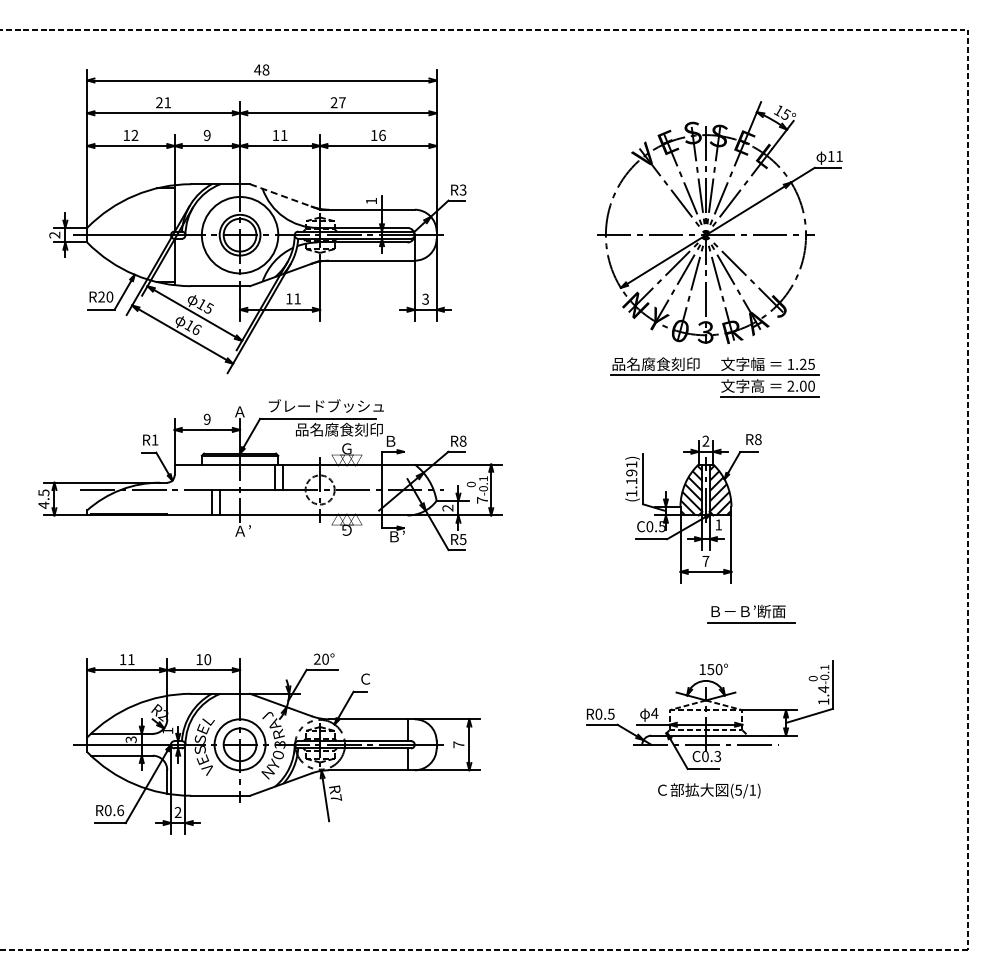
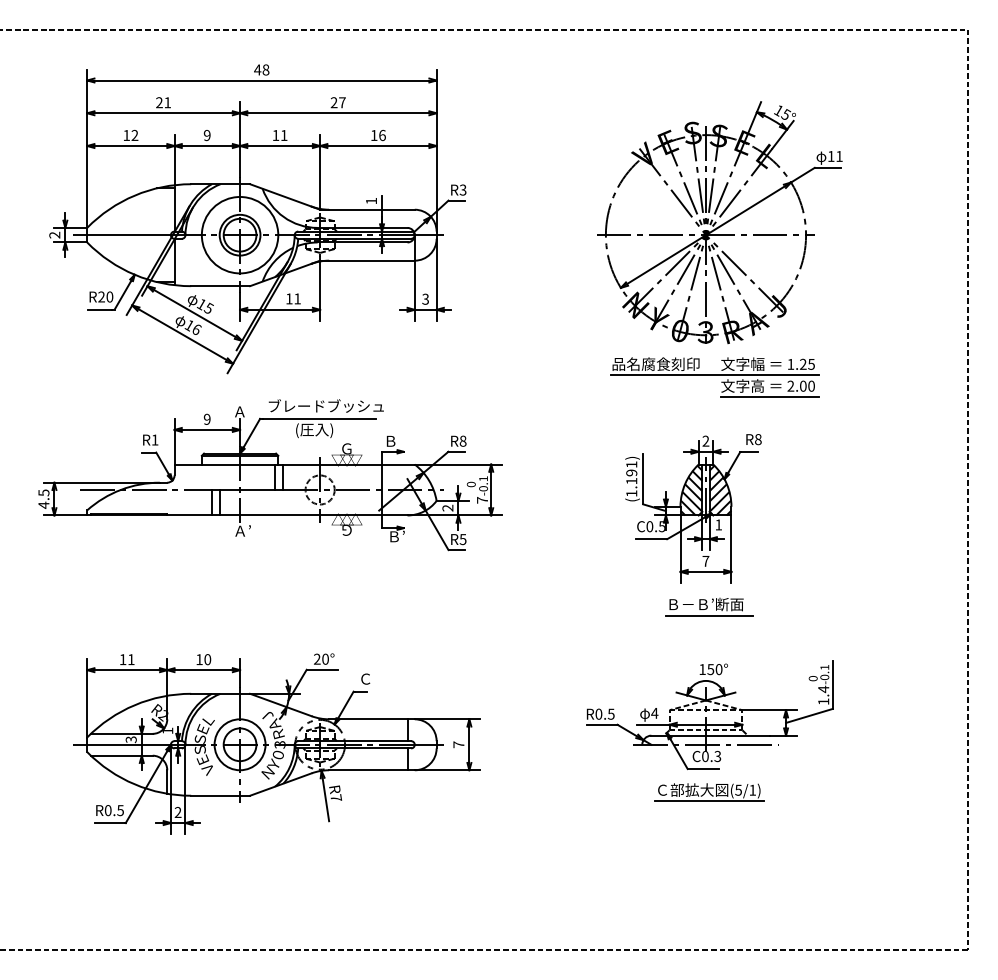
line at (280, 195): dashed -> solid
text at (339, 430): 品名腐食刻印 -> (圧入)
part at (751, 613) position: (751, 613) -> (709, 606)
line at (709, 801): none -> present
text at (120, 810): R0.6 -> R0.5
